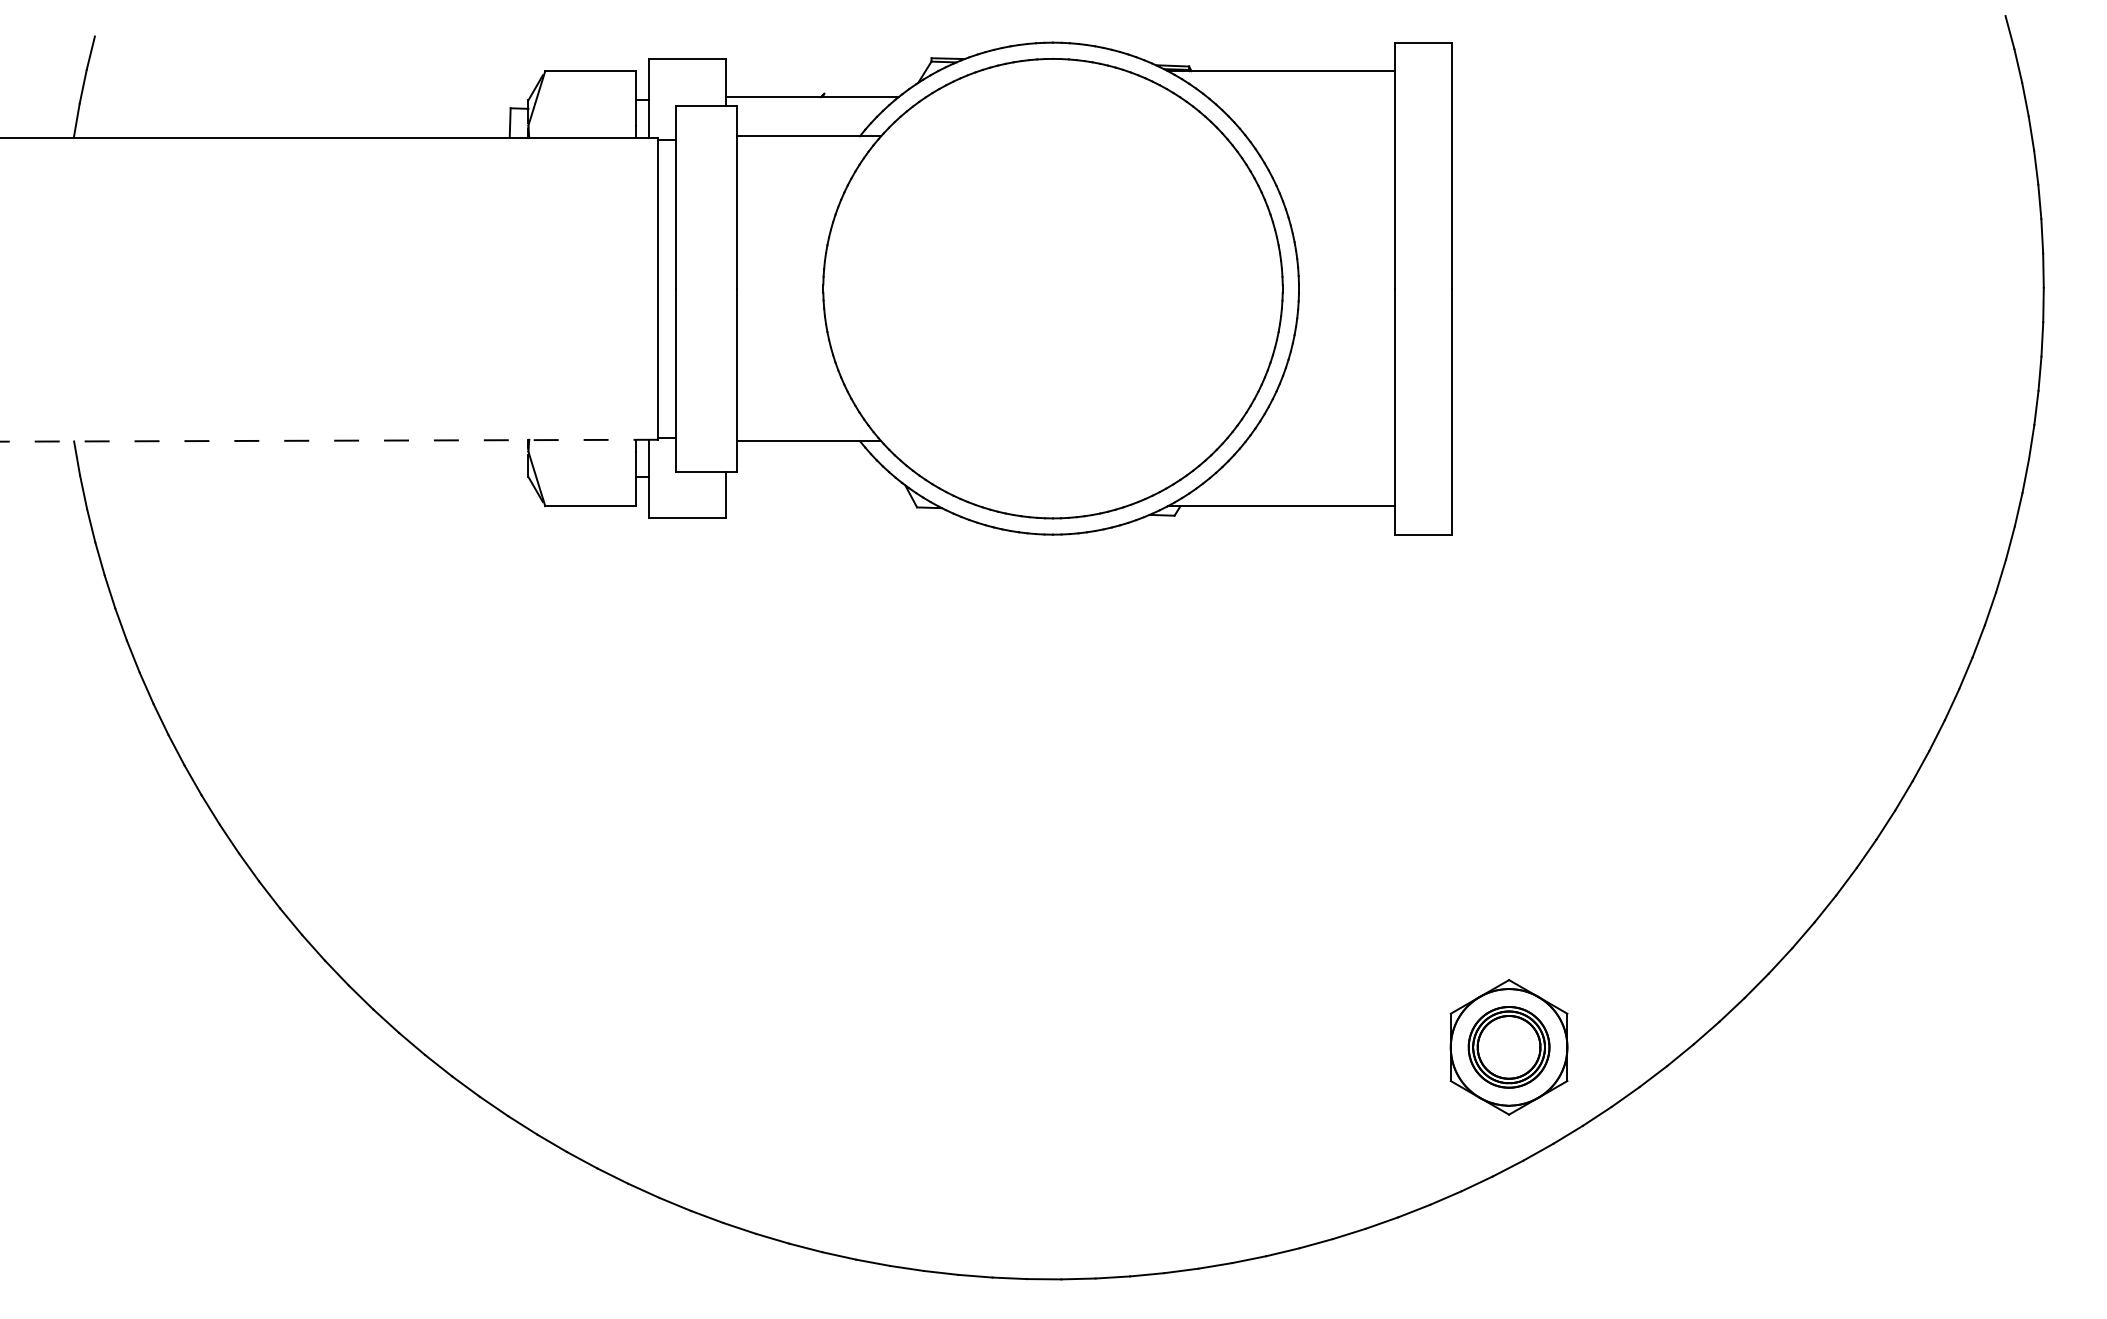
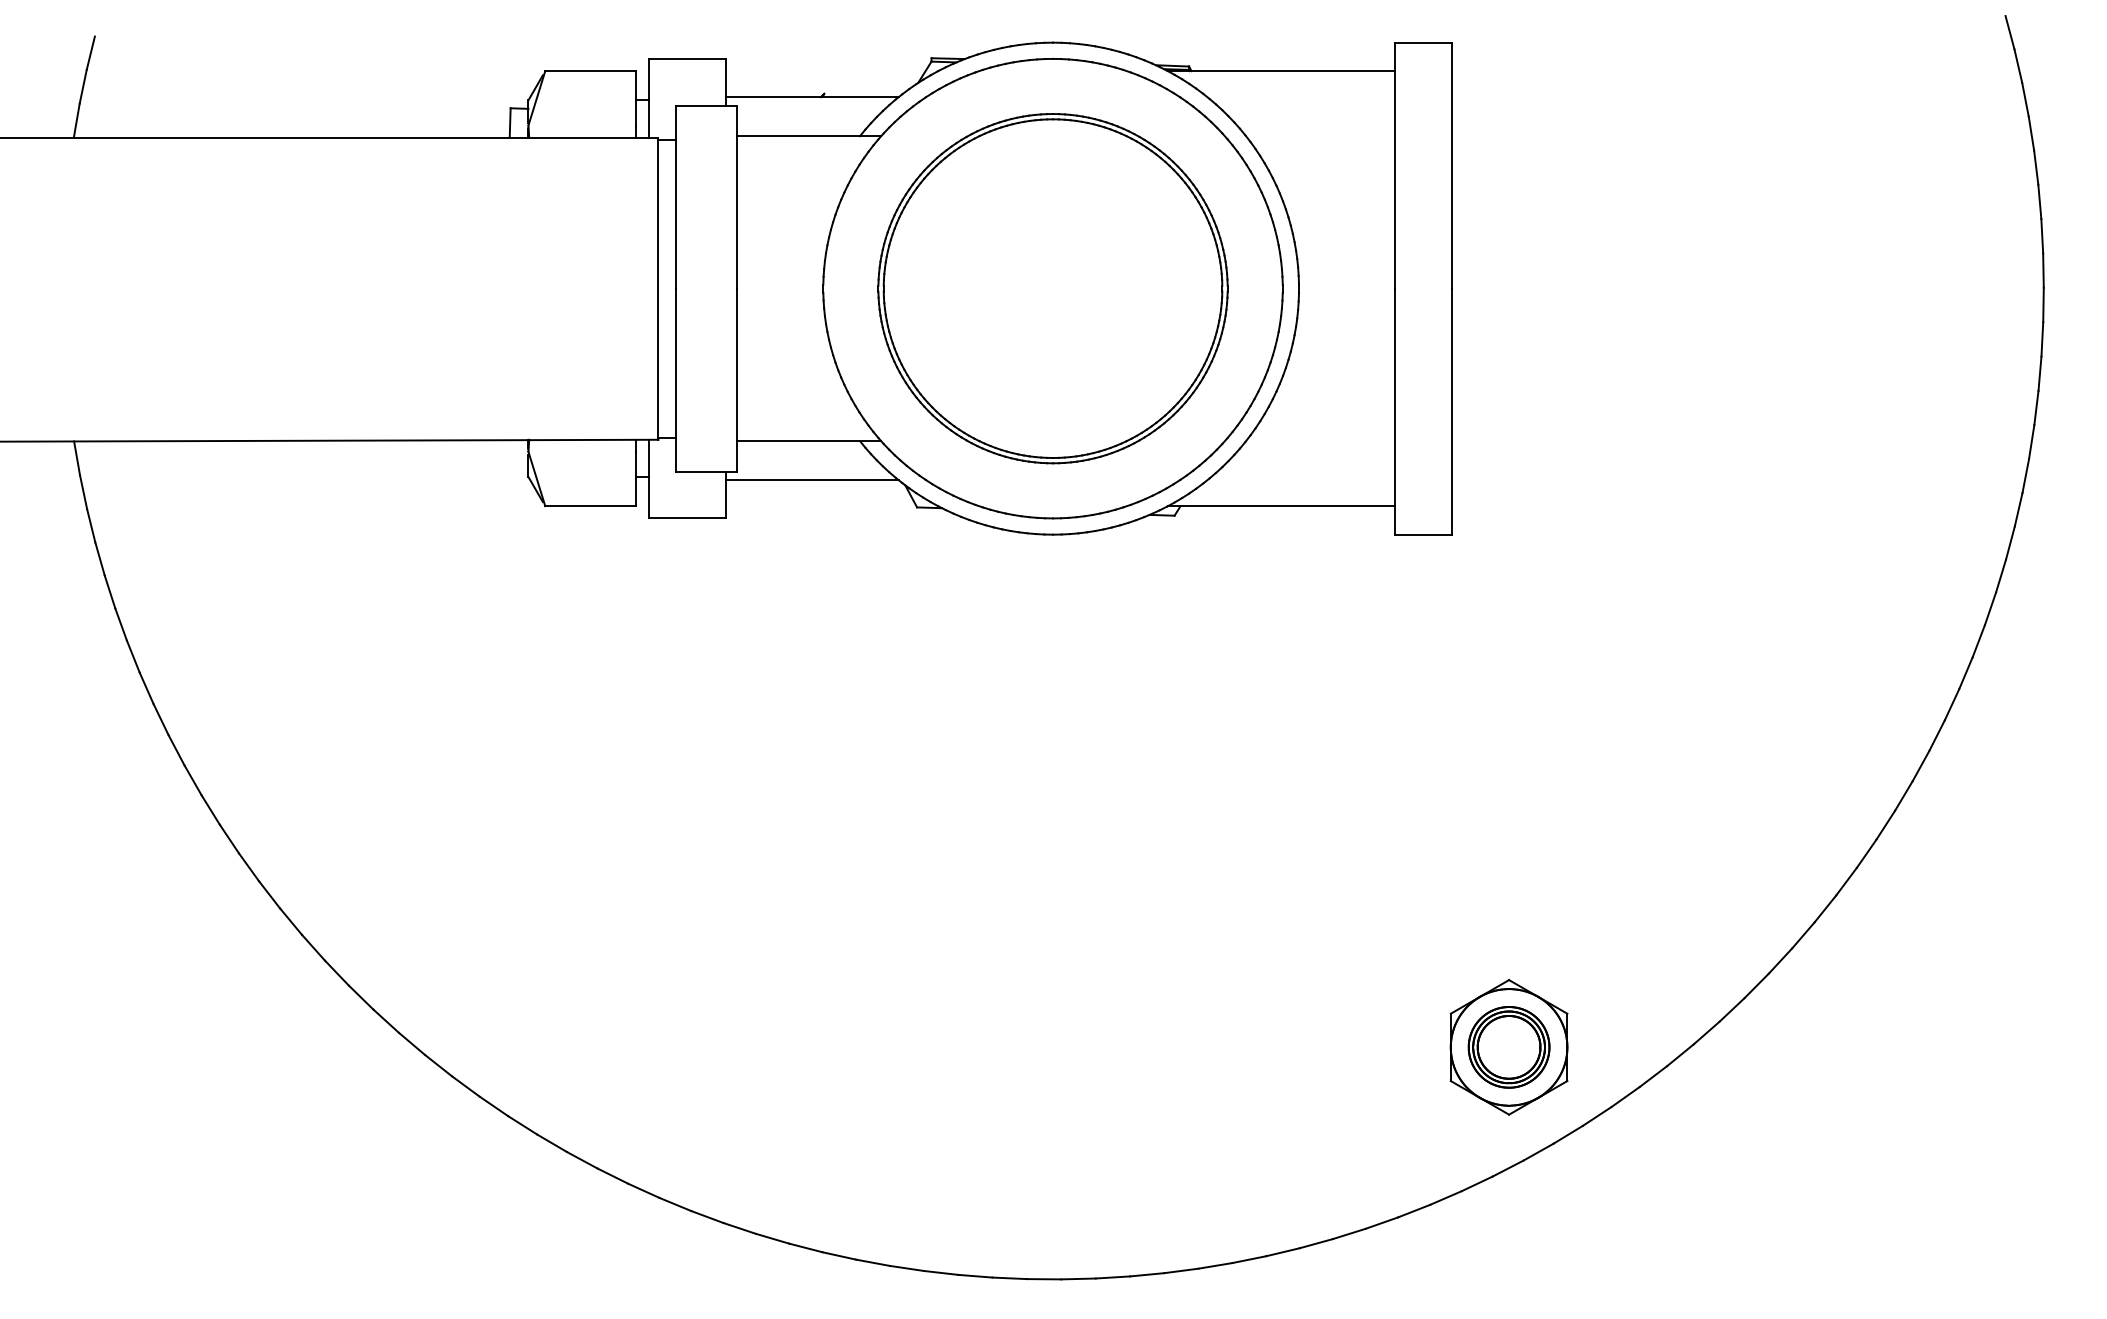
part at (1052, 288): none -> present
line at (329, 440): dashed -> solid
line at (812, 480): none -> present
